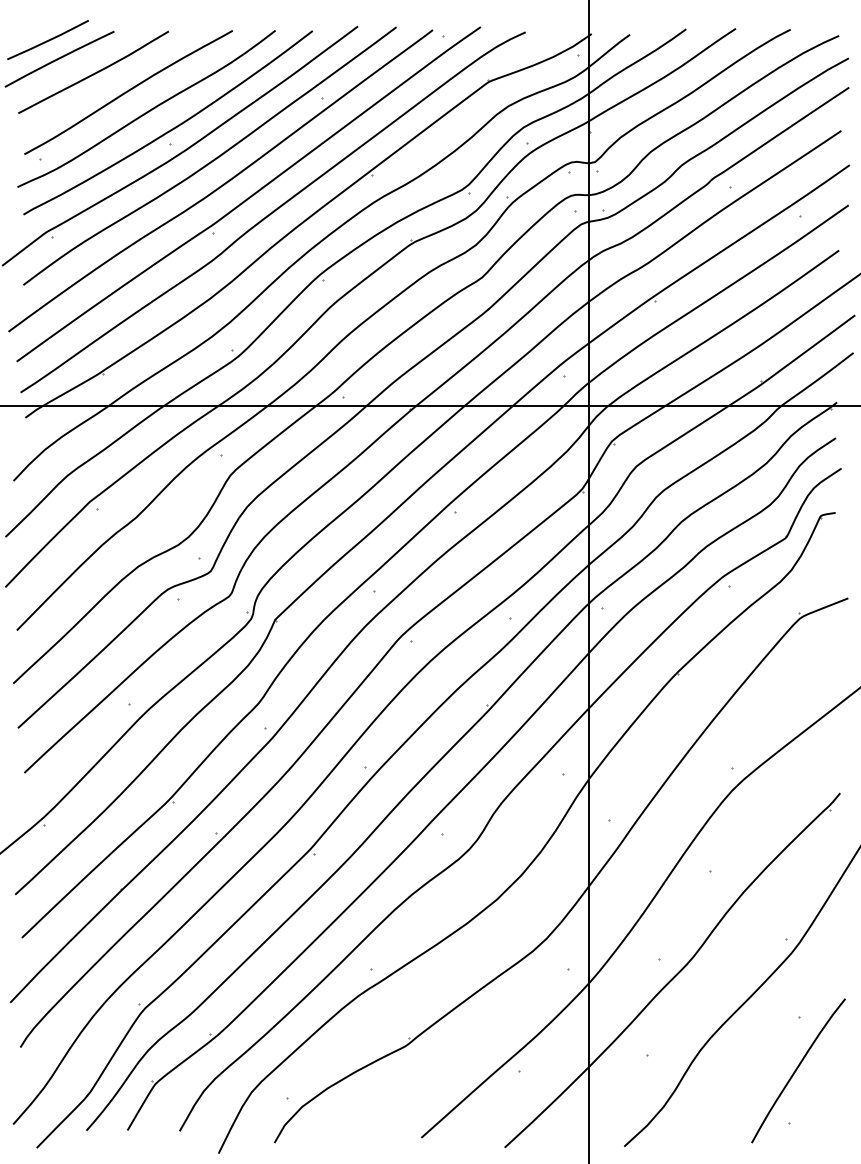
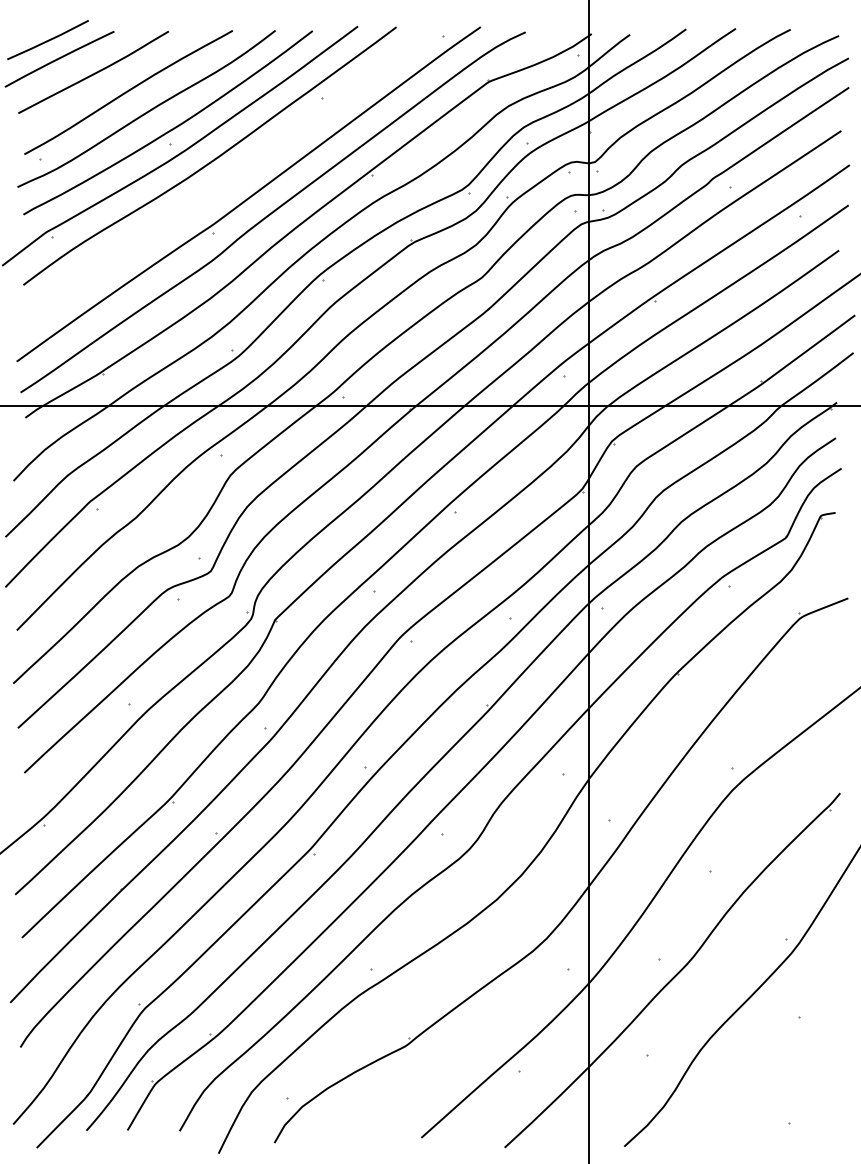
curve at (223, 183): present -> none
curve at (797, 1069): present -> none
